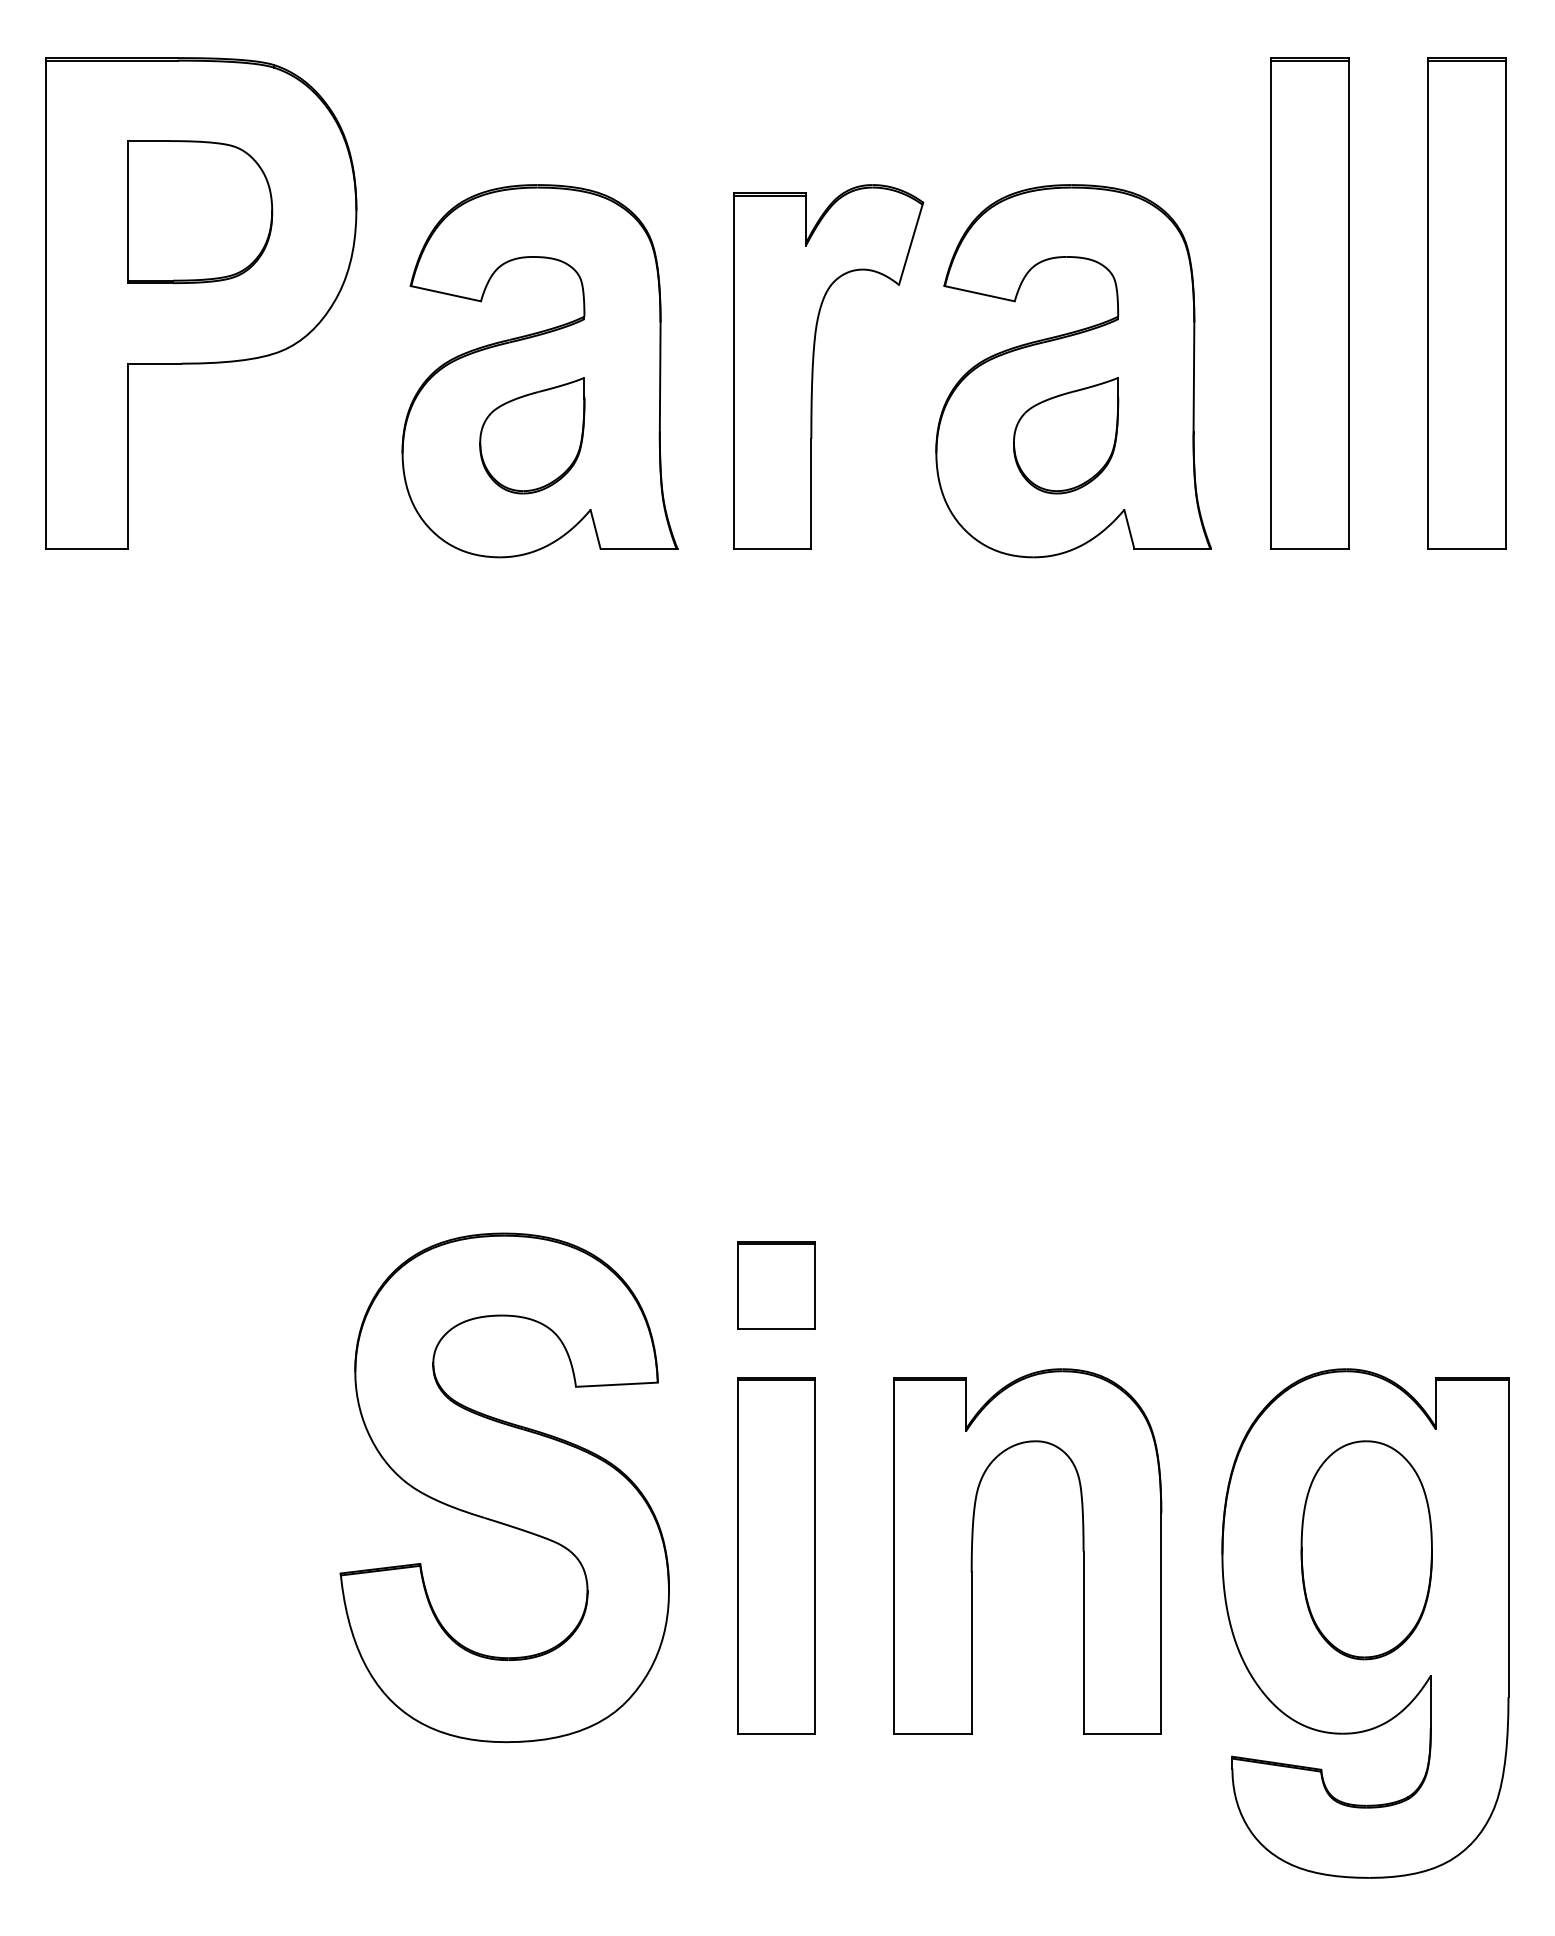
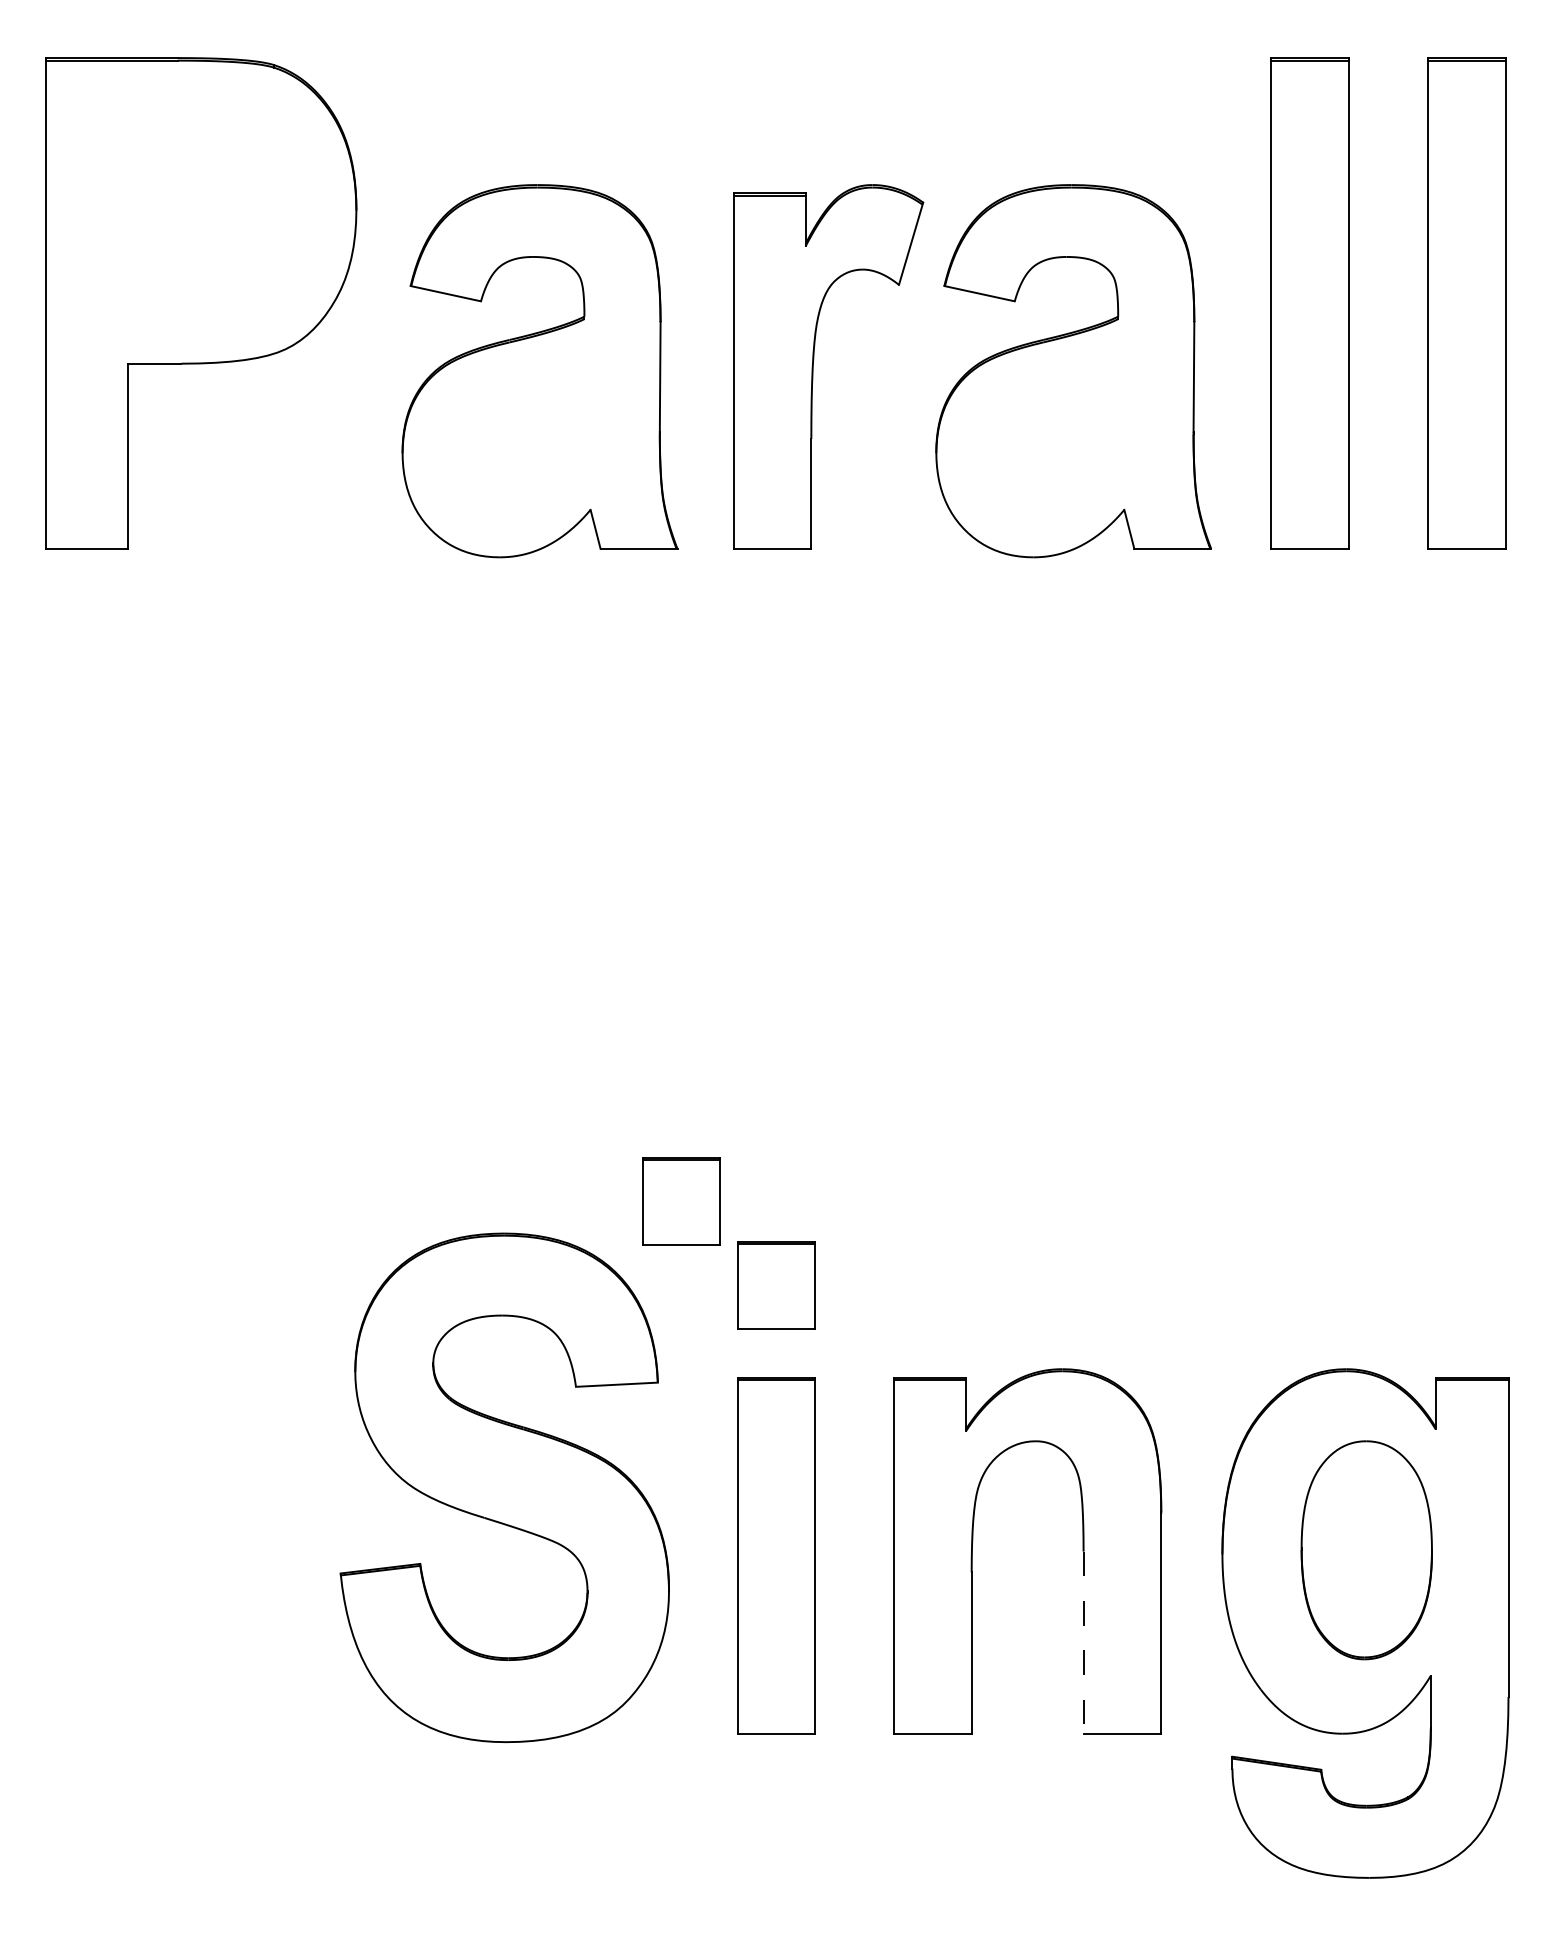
part at (200, 212): present -> none
part at (532, 435): present -> none
part at (1066, 435): present -> none
part at (681, 1201): none -> present
line at (1083, 1643): solid -> dashed
